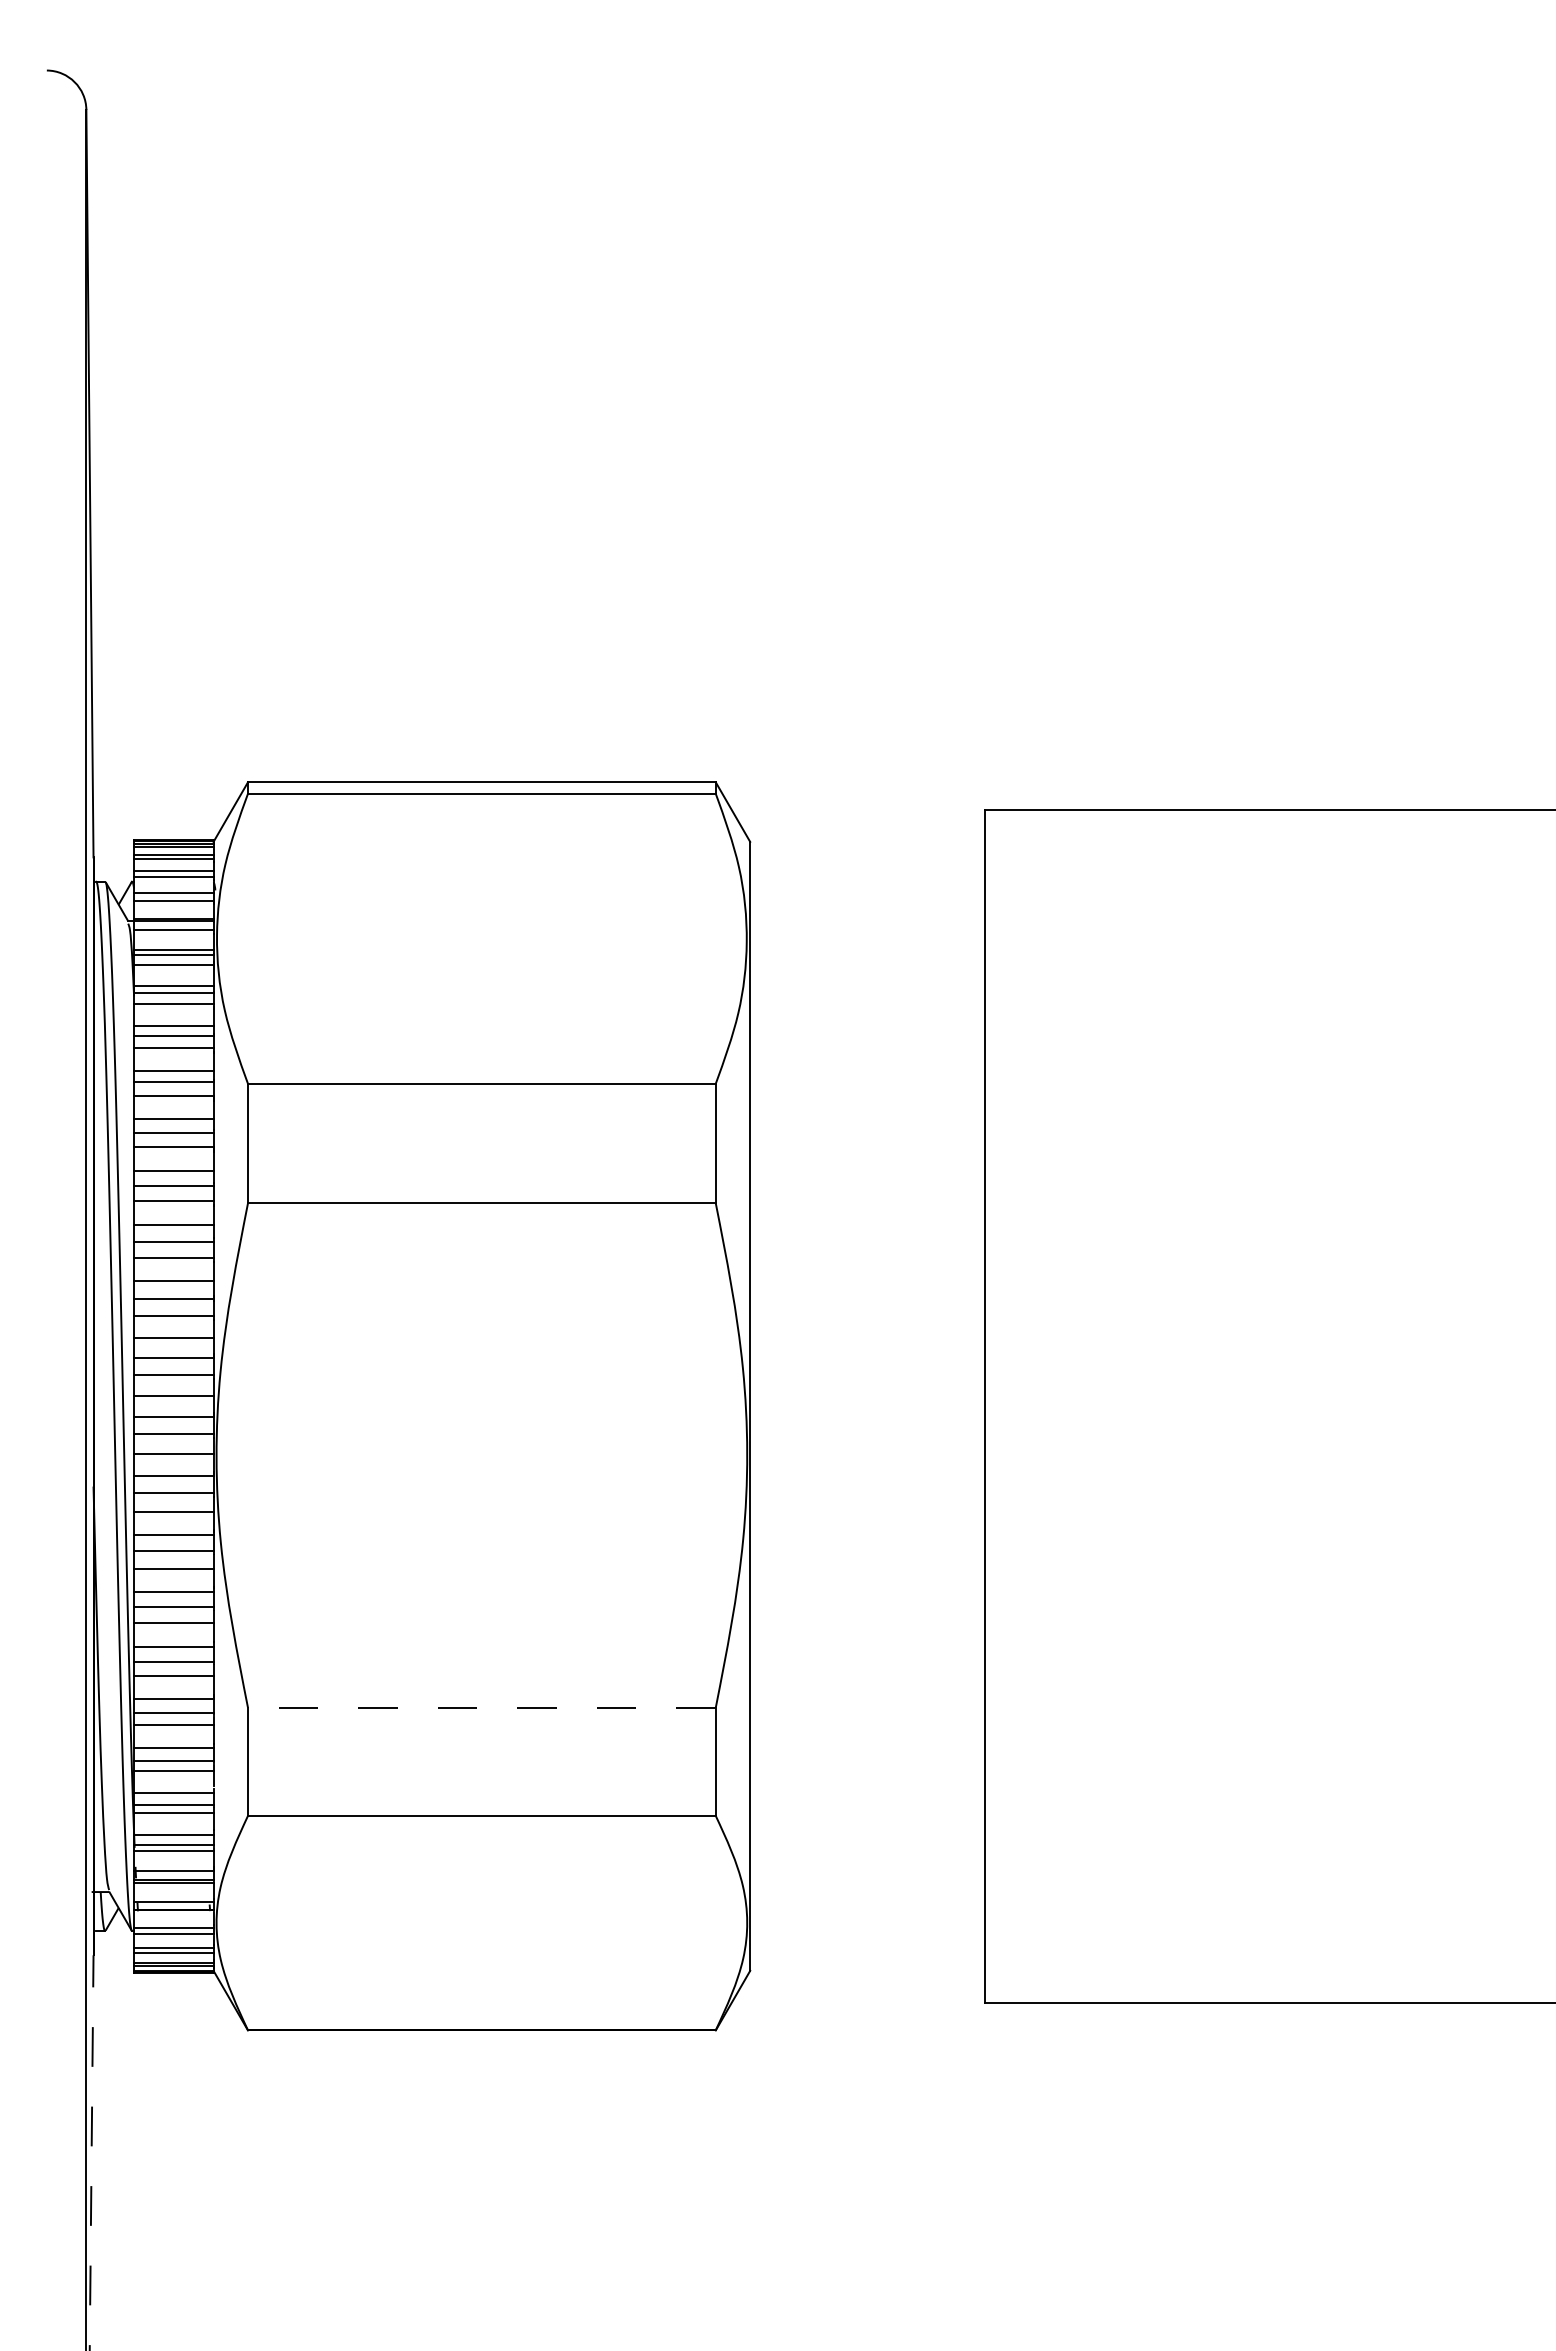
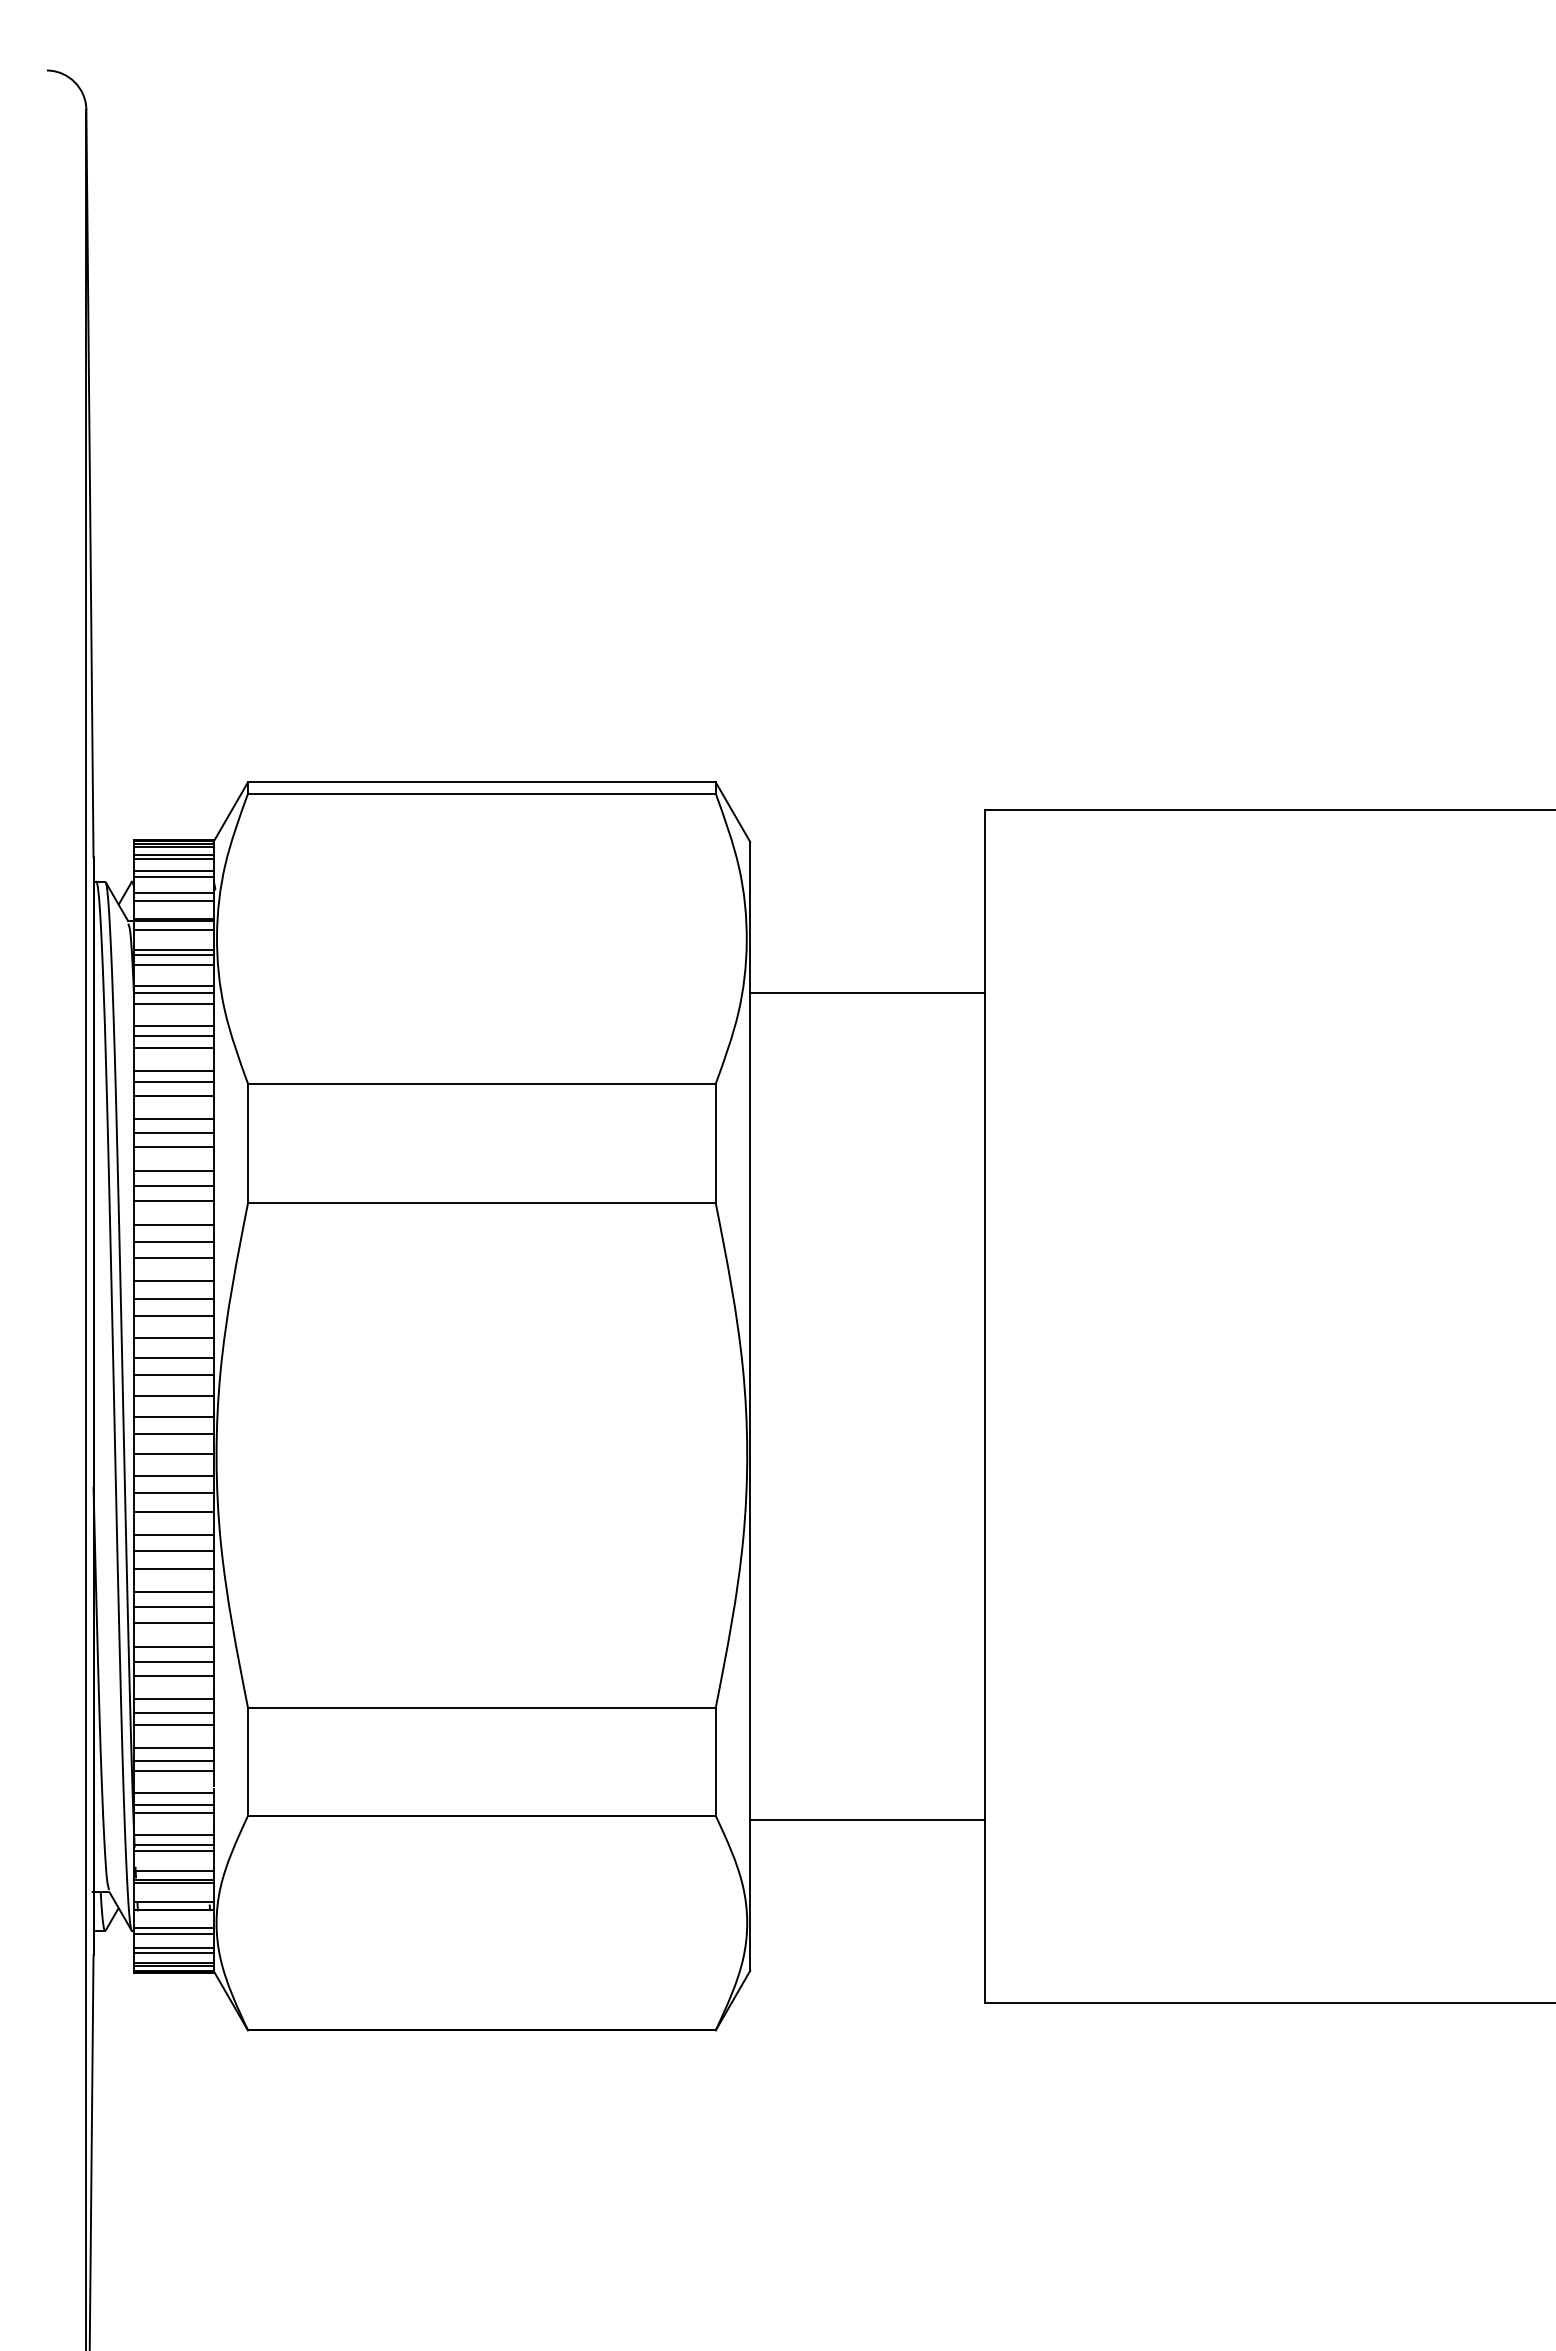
line at (867, 992): none -> present
line at (481, 1707): dashed -> solid
line at (867, 1819): none -> present
line at (91, 2152): dashed -> solid
